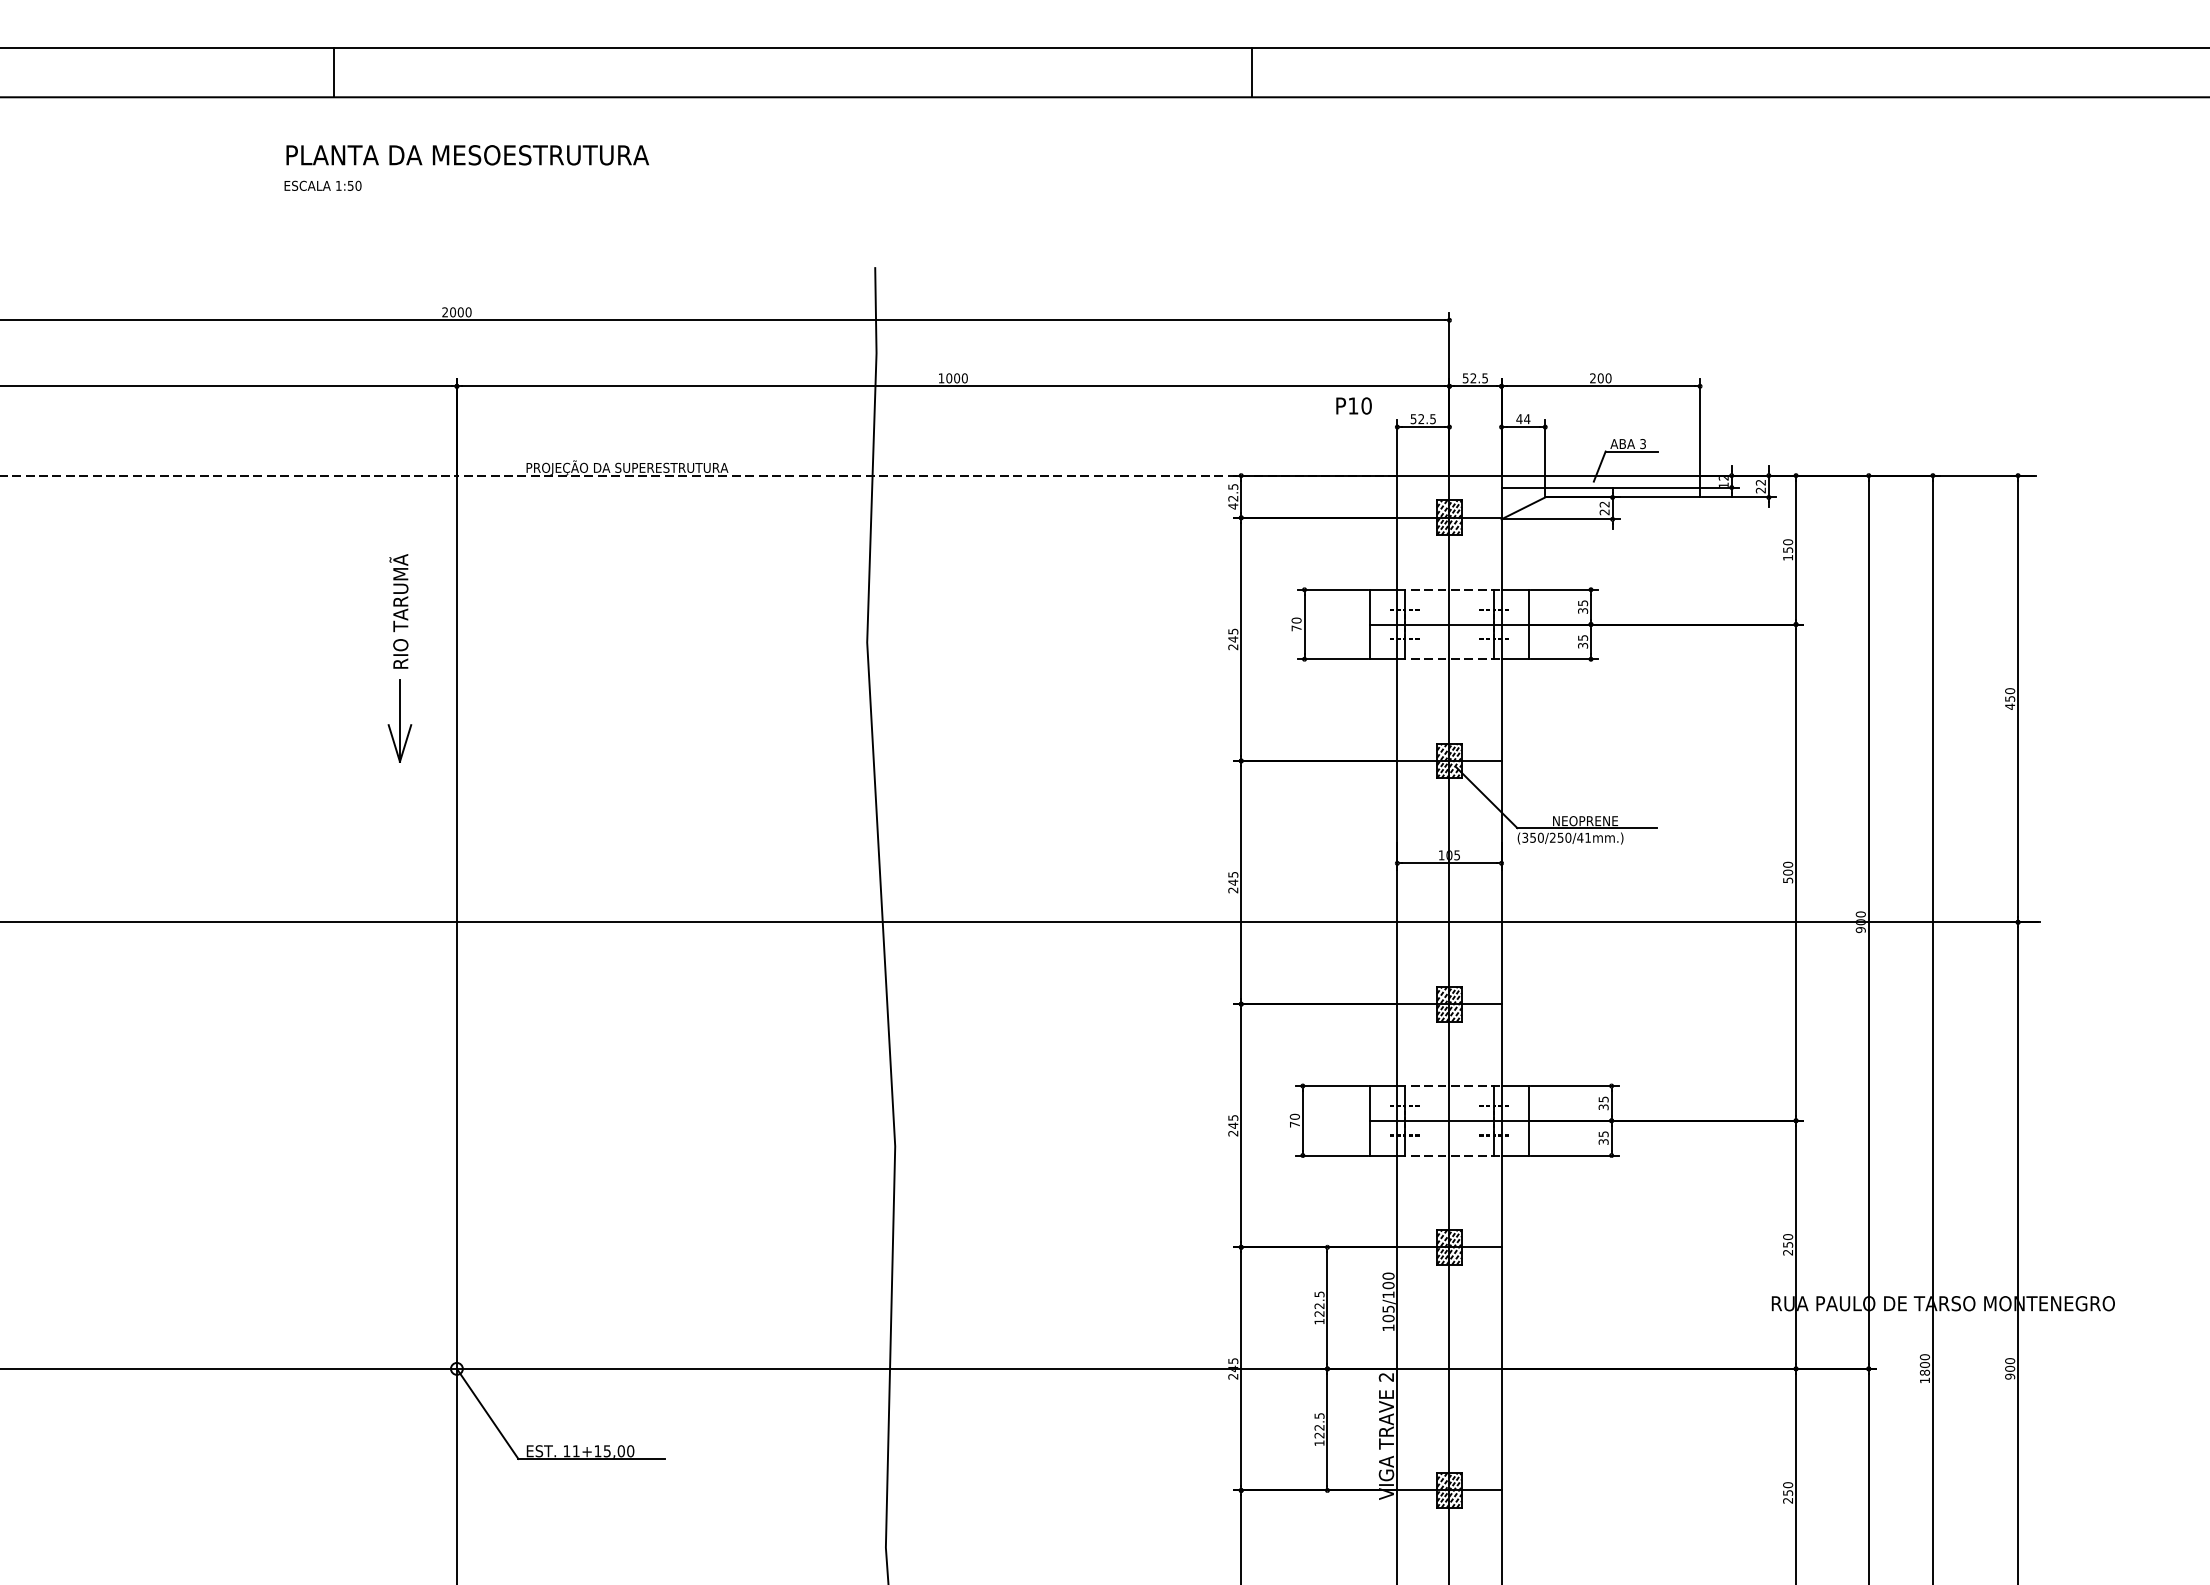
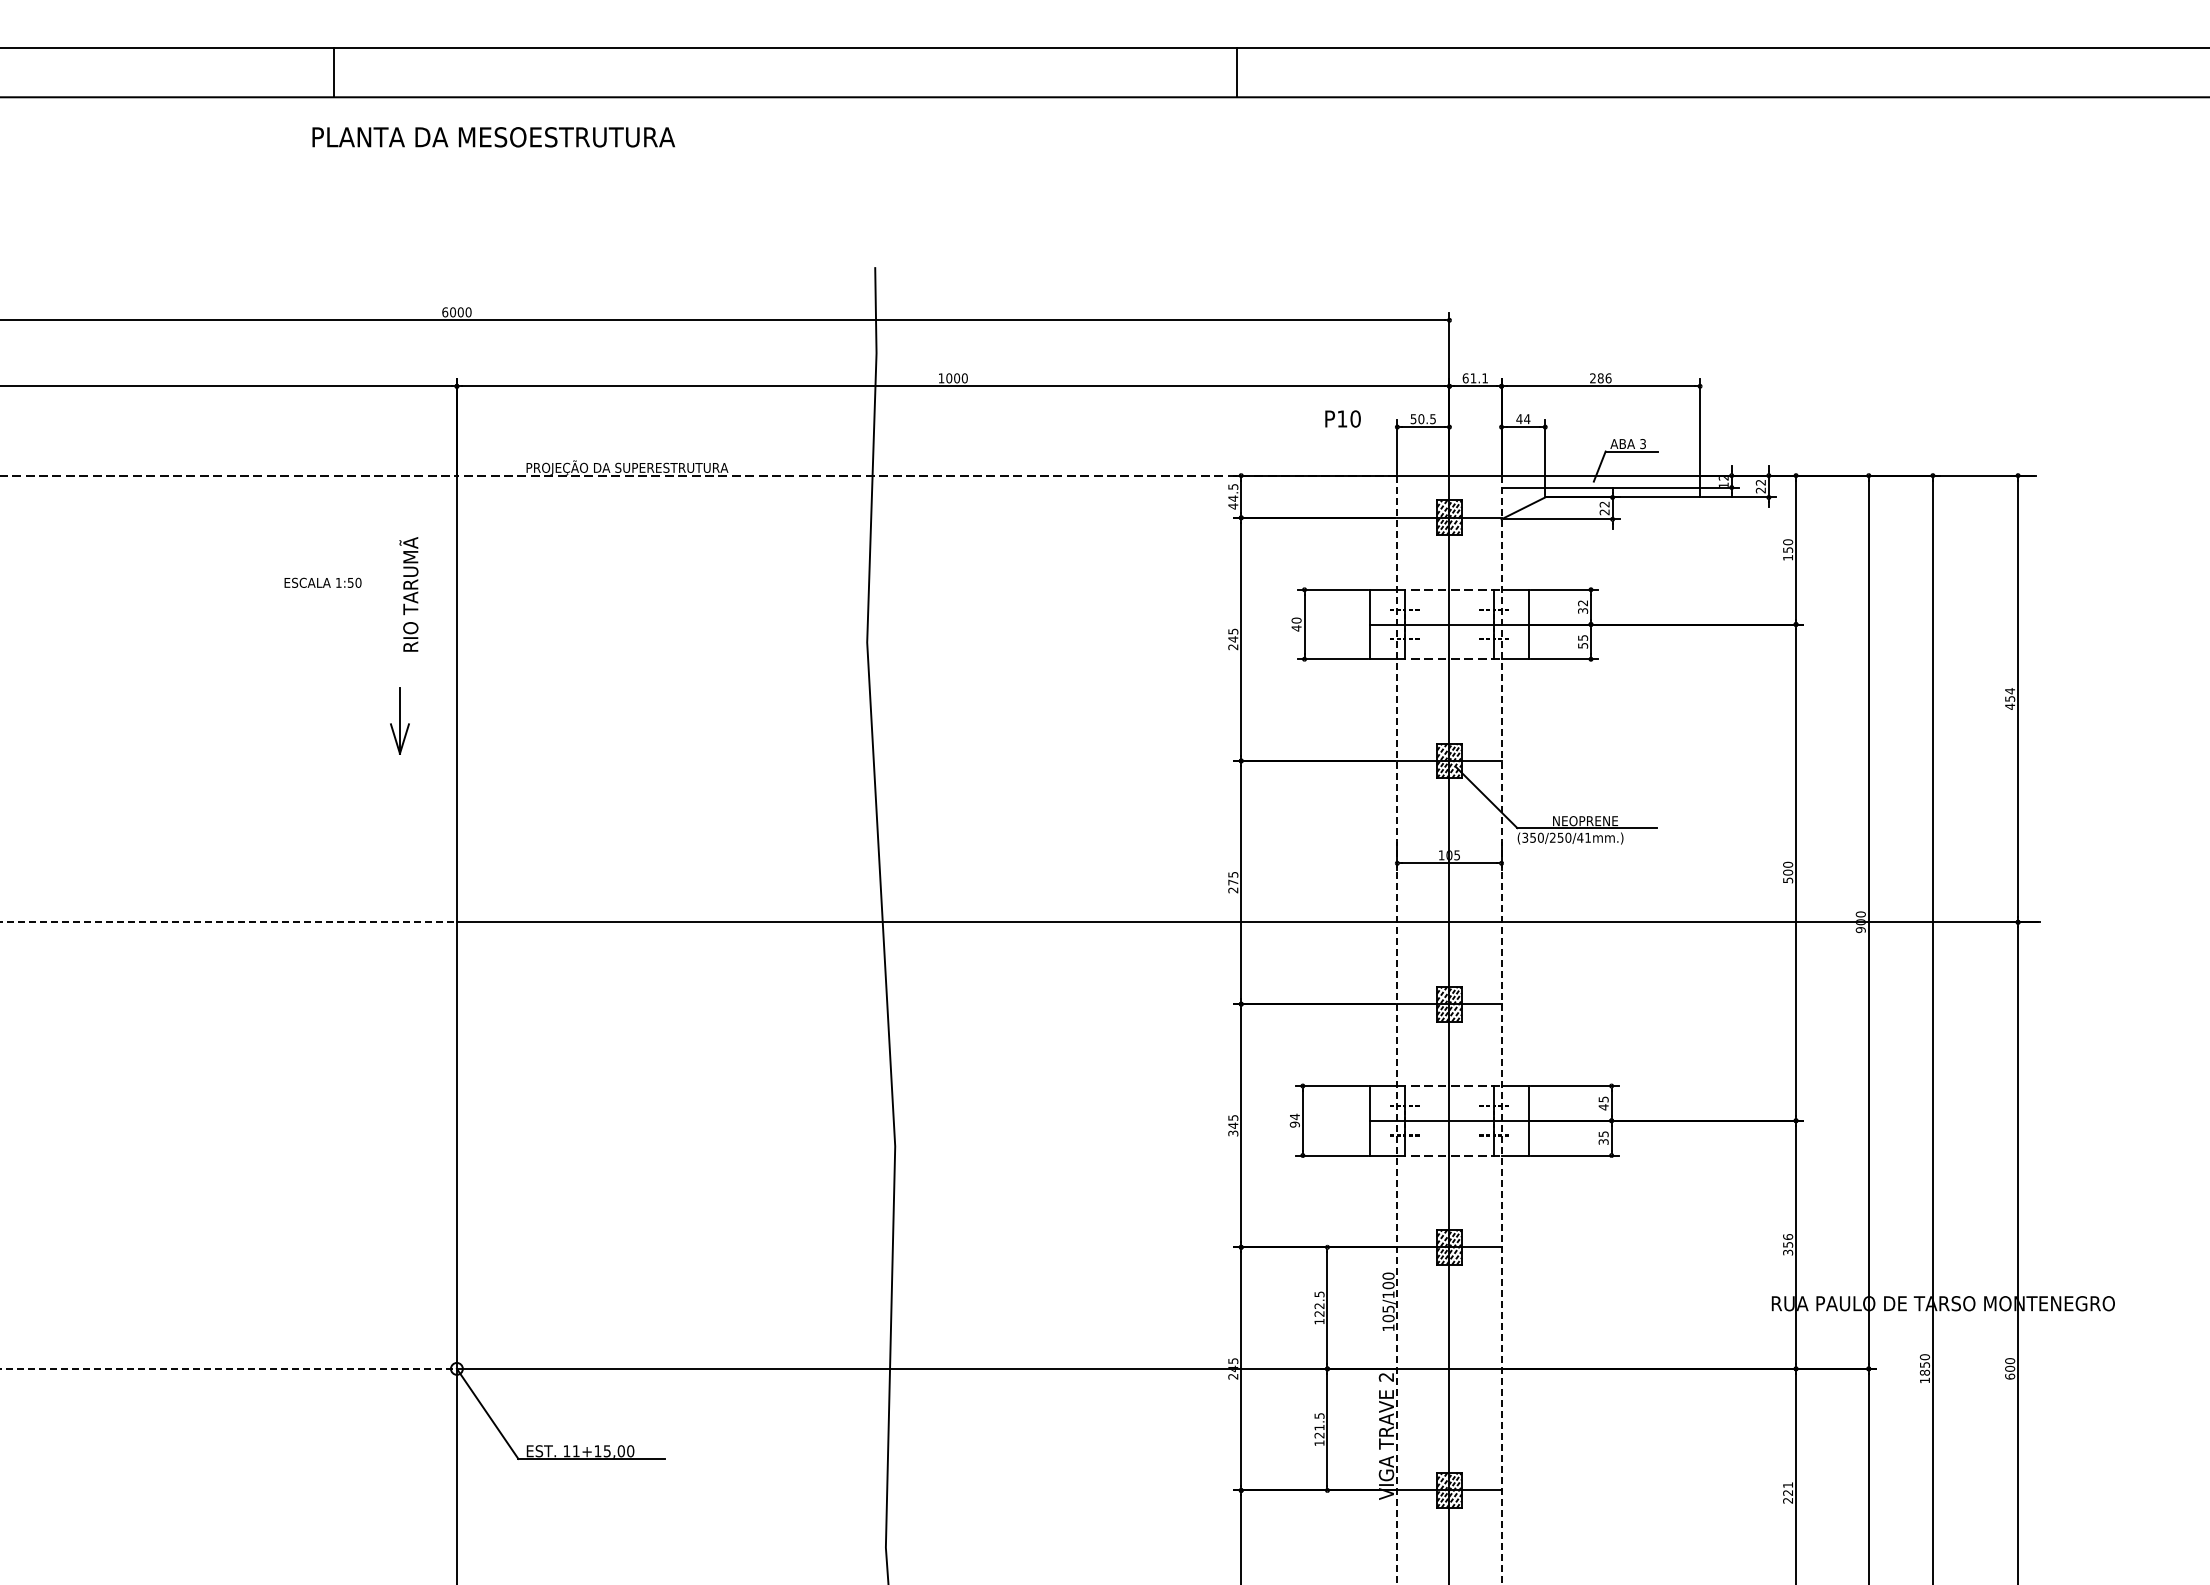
line at (1251, 72) position: (1251, 72) -> (1236, 72)
text at (467, 155) position: (467, 155) -> (493, 137)
text at (322, 185) position: (322, 185) -> (322, 582)
text at (445, 312): 2000 -> 6000
text at (1474, 378): 52.5 -> 61.1
text at (1604, 378): 200 -> 286
text at (1353, 405) position: (1353, 405) -> (1342, 418)
text at (1421, 419): 52.5 -> 50.5
text at (1233, 498): 42.5 -> 44.5
text at (1583, 603): 35 -> 32
text at (398, 611) position: (398, 611) -> (408, 594)
text at (1296, 628): 70 -> 40
text at (1582, 645): 35 -> 55
text at (2010, 691): 450 -> 454
part at (399, 720) size: 26x84 px -> 20x68 px
text at (1233, 882): 245 -> 275
line at (228, 922): solid -> dashed
line at (1397, 1030): solid -> dashed
line at (1501, 1030): solid -> dashed
text at (1603, 1107): 35 -> 45
text at (1294, 1120): 70 -> 94
text at (1233, 1133): 245 -> 345
text at (1788, 1244): 250 -> 356
text at (1924, 1364): 1800 -> 1850
line at (229, 1368): solid -> dashed
text at (2010, 1376): 900 -> 600
text at (1319, 1427): 122.5 -> 121.5
text at (1788, 1488): 250 -> 221
